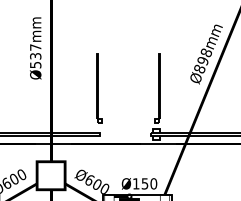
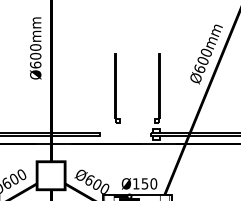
text at (35, 56): Ø537mm -> Ø600mm
text at (202, 60): Ø898mm -> Ø600mm
part at (99, 88) position: (99, 88) -> (117, 88)
